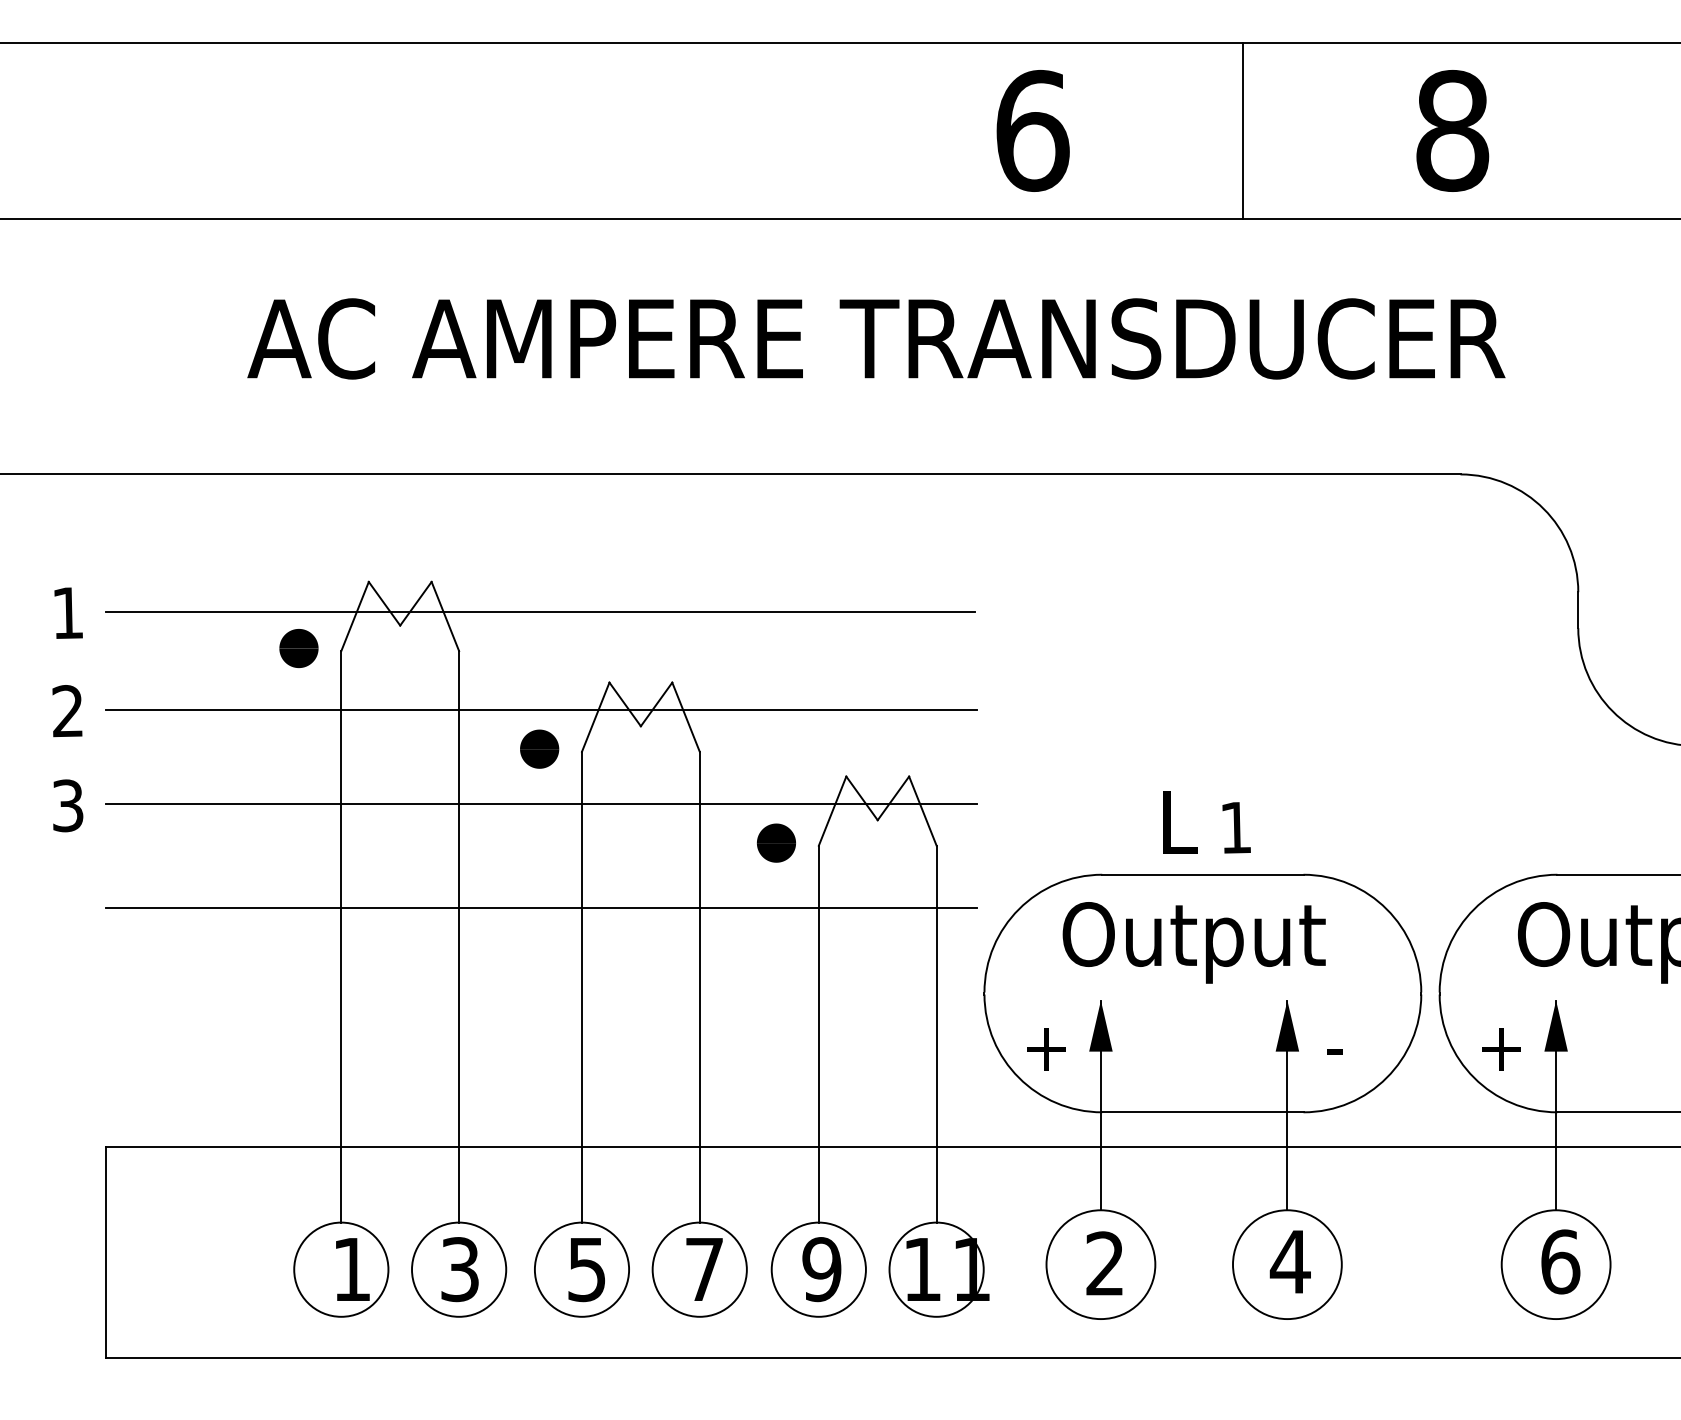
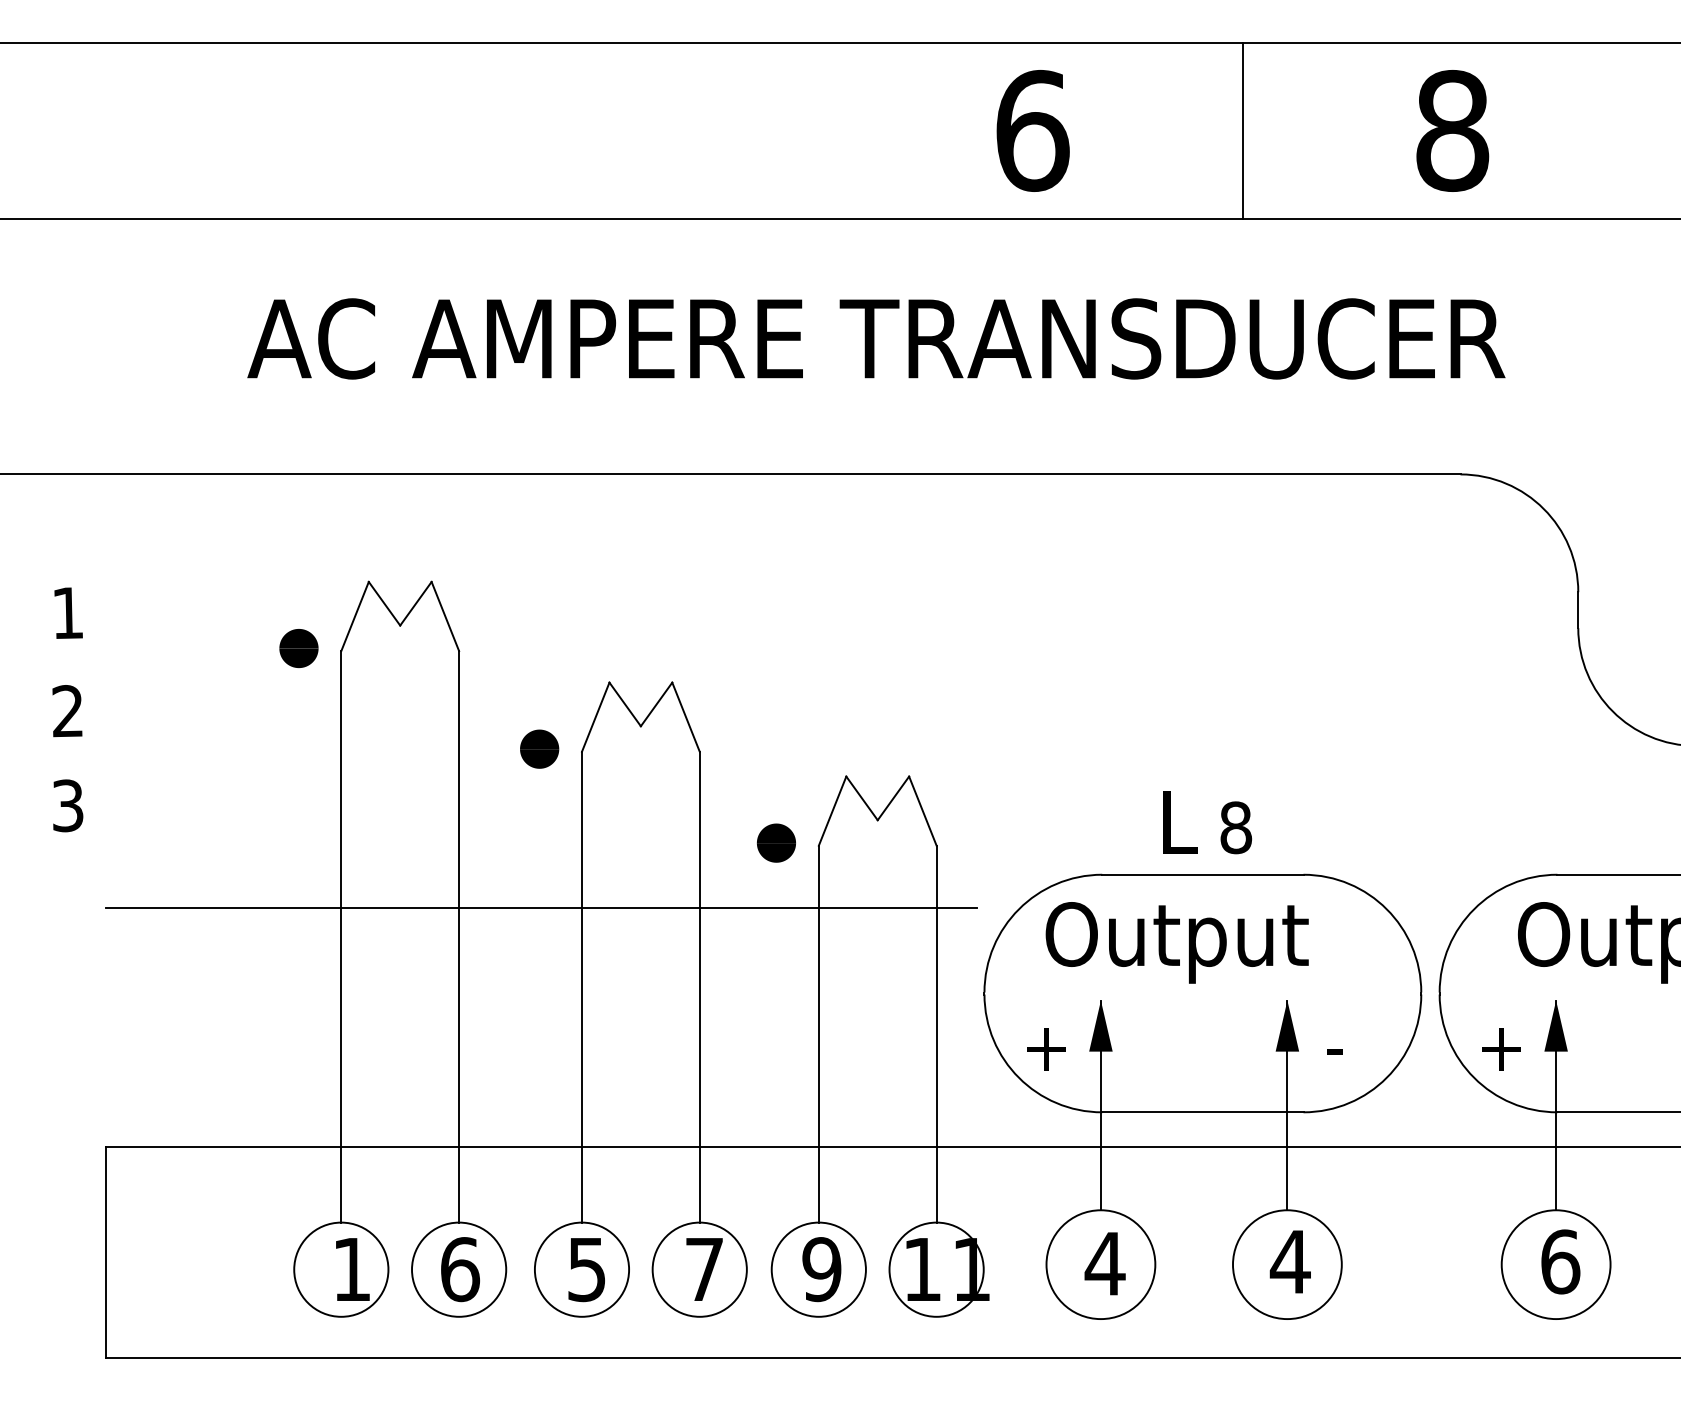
line at (540, 611): present -> none
line at (540, 709): present -> none
line at (540, 804): present -> none
text at (1236, 827): 1 -> 8
text at (1193, 942) position: (1193, 942) -> (1176, 942)
text at (1104, 1263): 2 -> 4
text at (460, 1269): 3 -> 6
